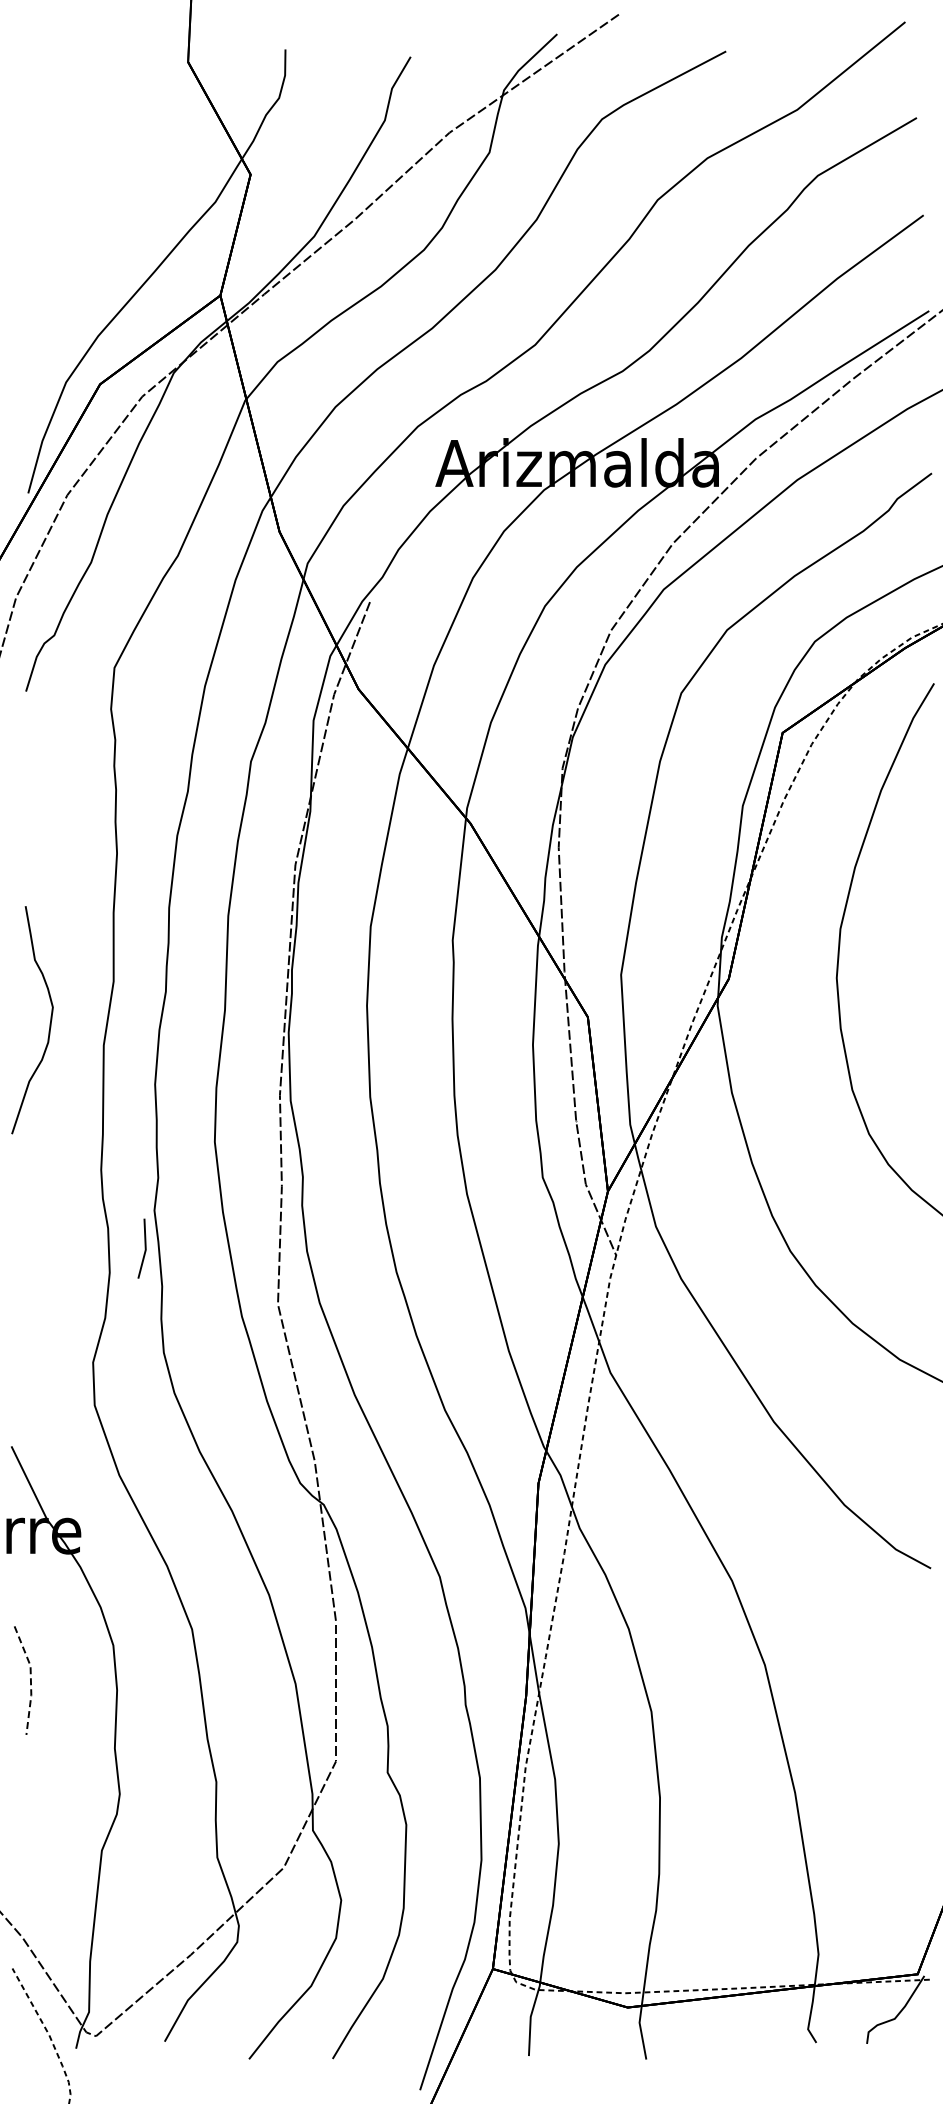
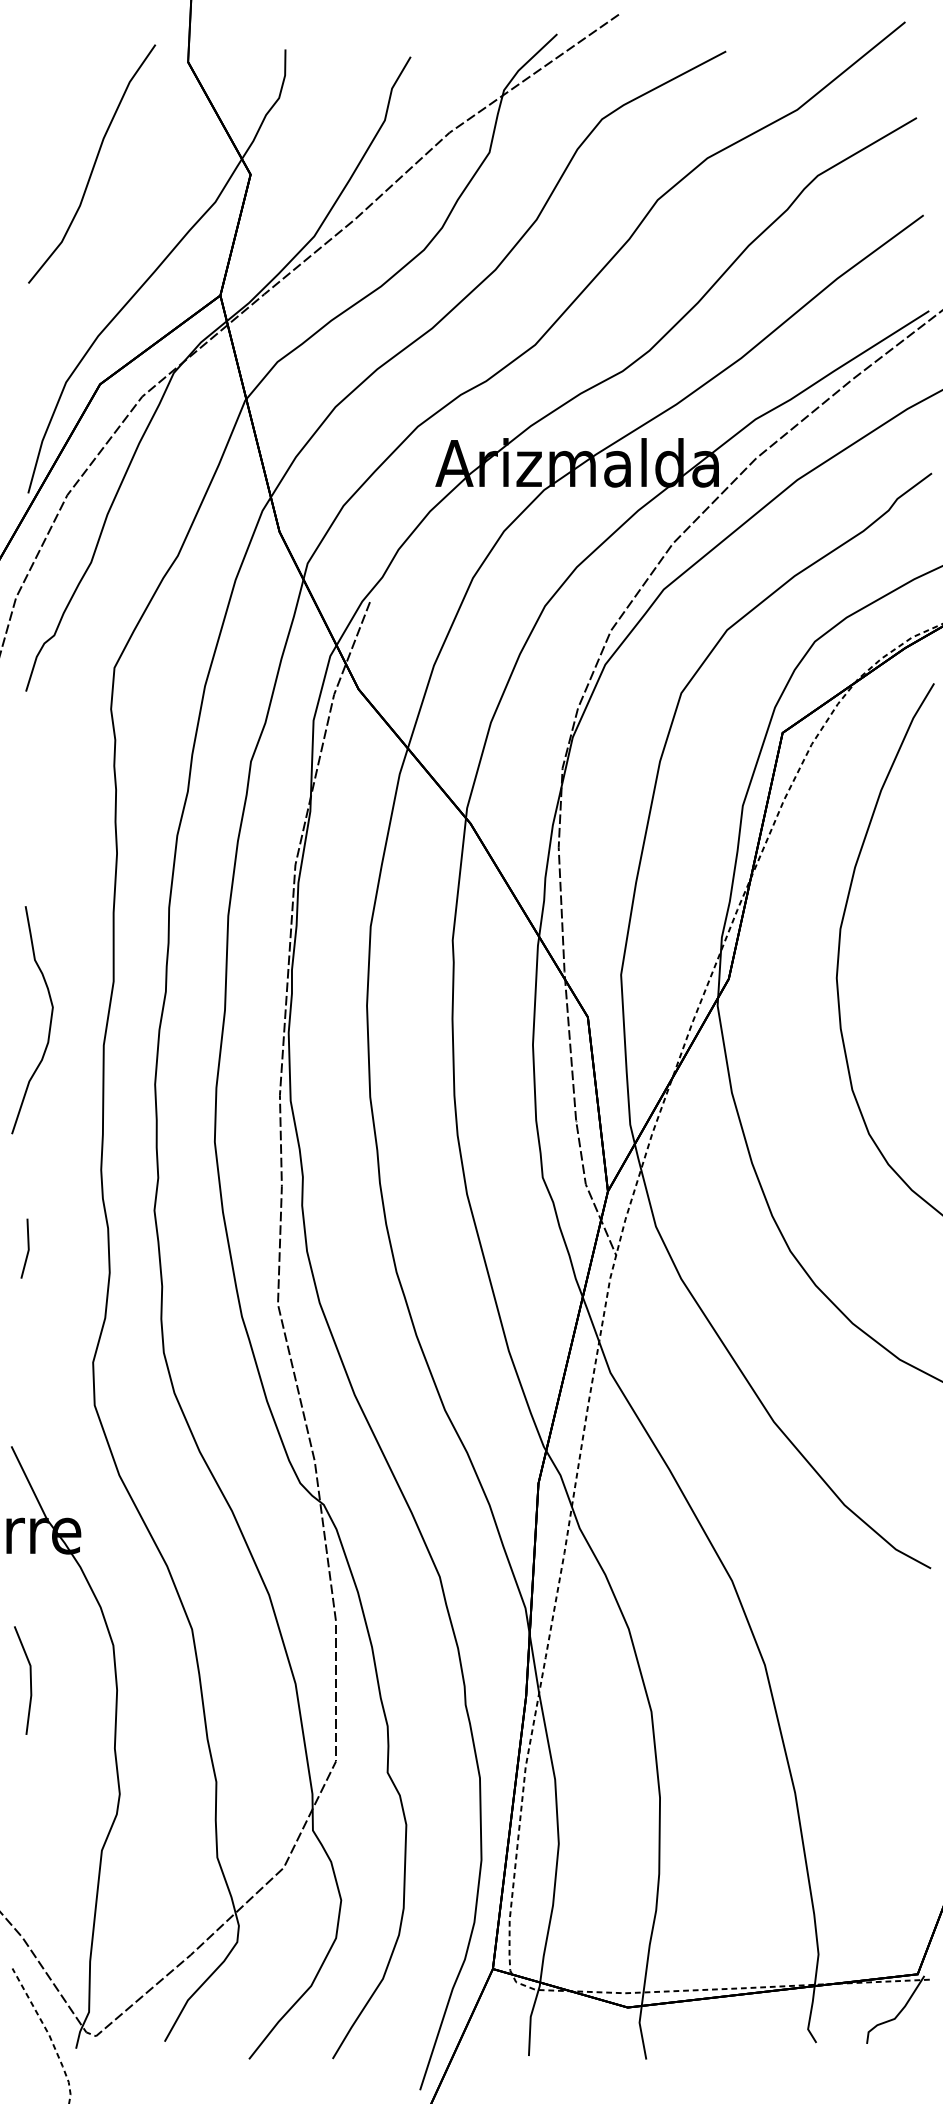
curve at (93, 163): none -> present
line at (144, 1248) position: (144, 1248) -> (27, 1248)
line at (30, 1679): dashed -> solid
